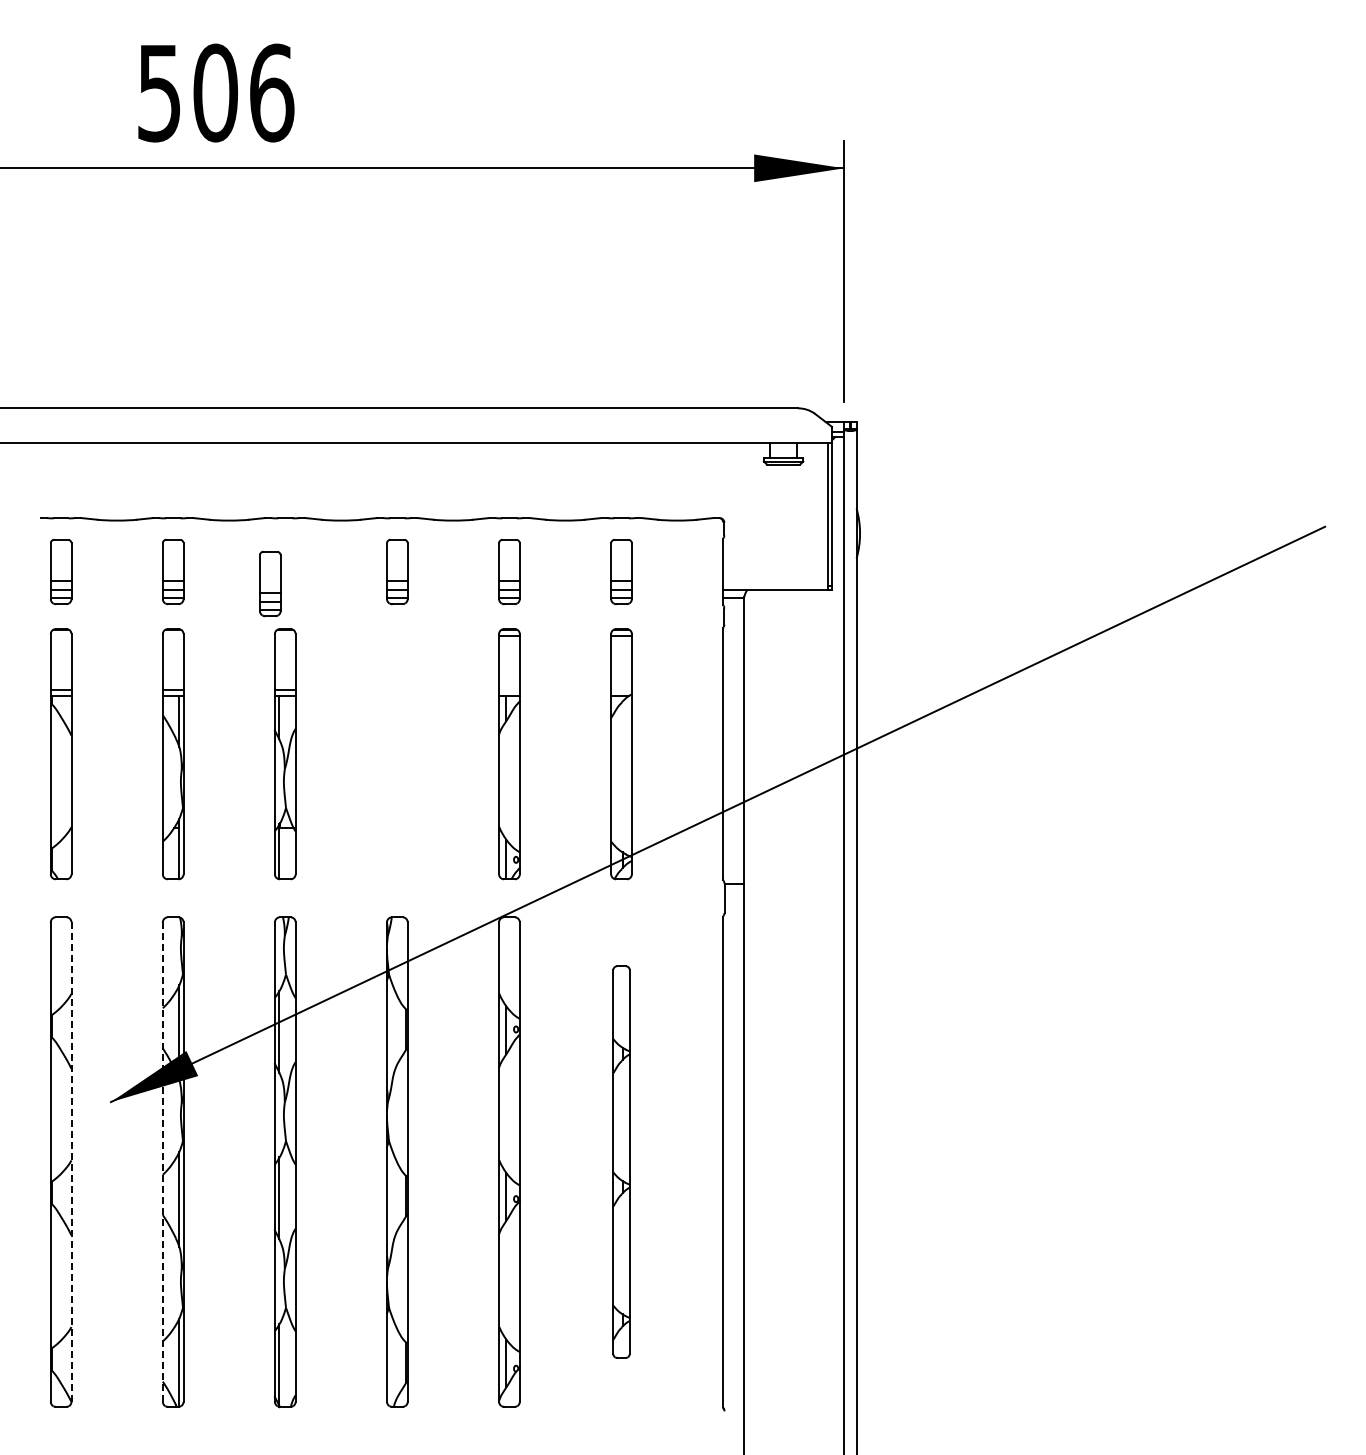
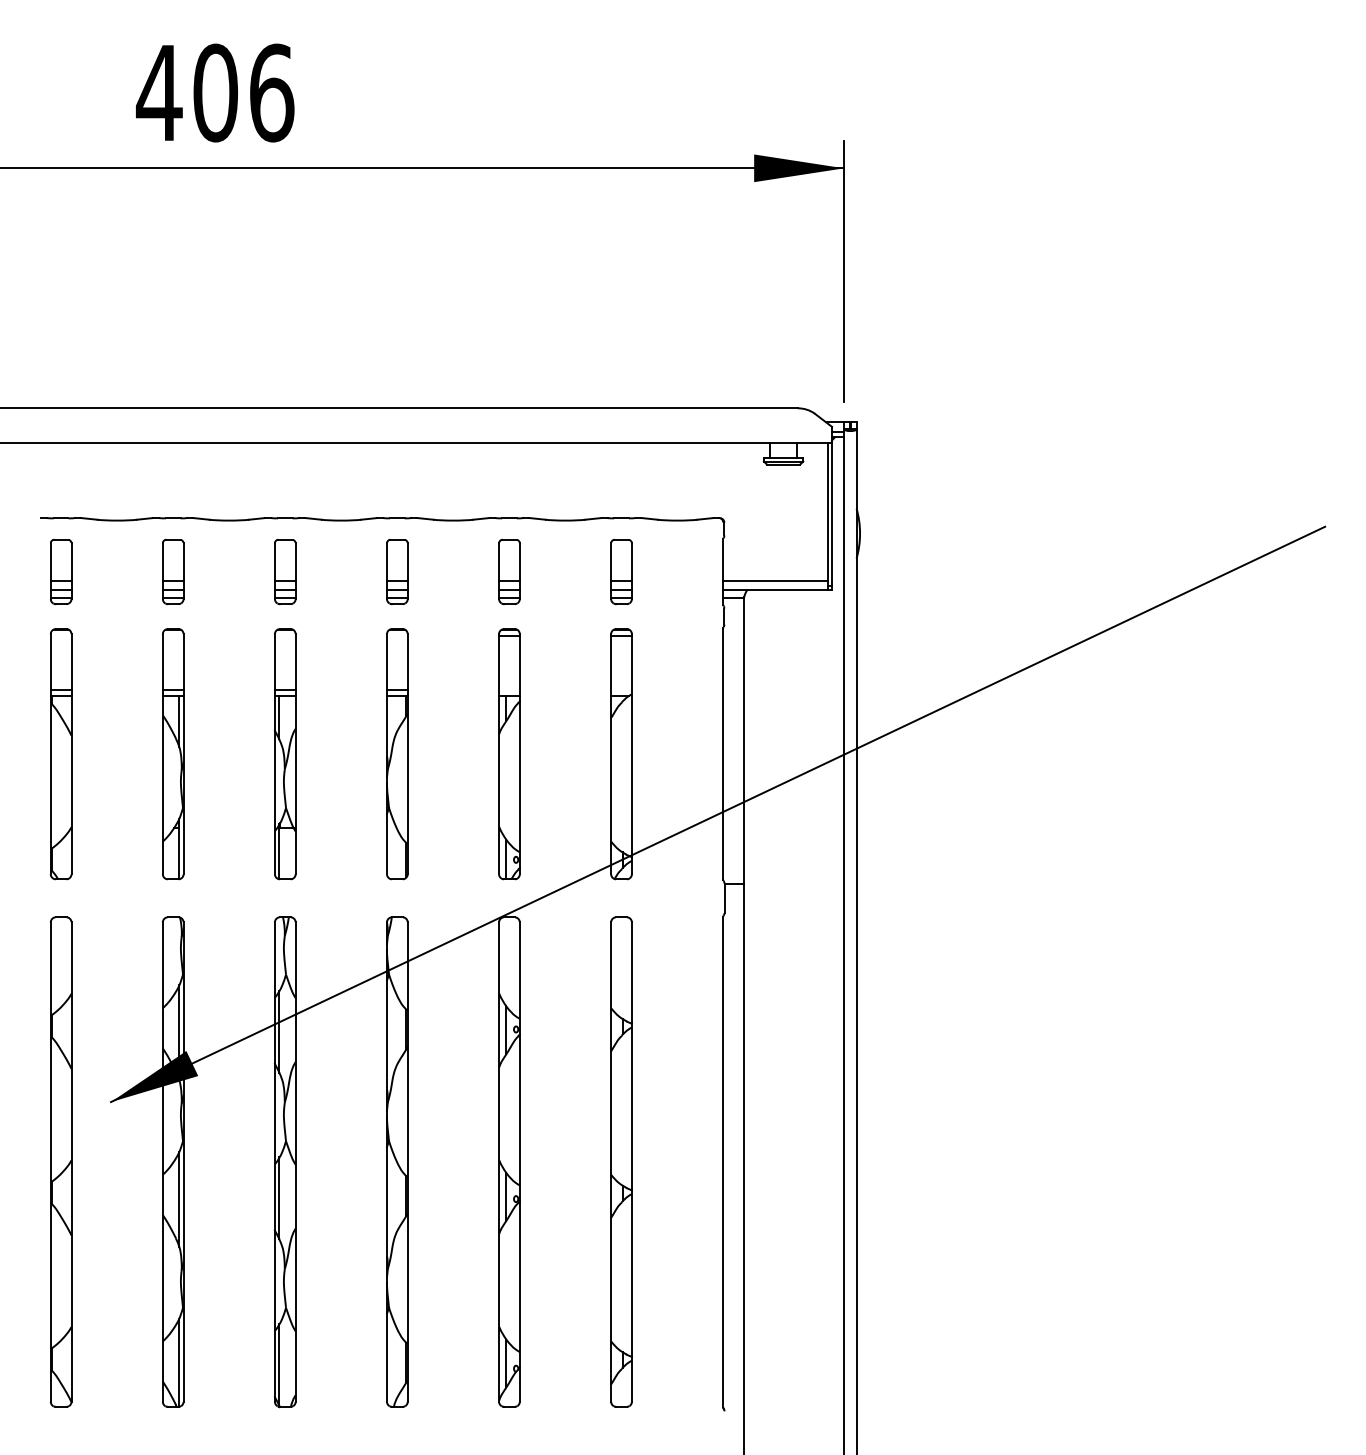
text at (159, 93): 506 -> 406
line at (775, 580): none -> present
part at (270, 584) position: (270, 584) -> (285, 572)
part at (397, 754): none -> present
part at (621, 1161) size: 19x394 px -> 23x492 px
line at (71, 1162): dashed -> solid
line at (162, 1162): dashed -> solid
